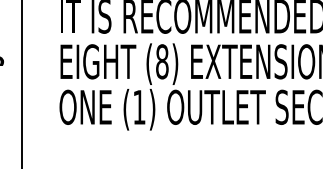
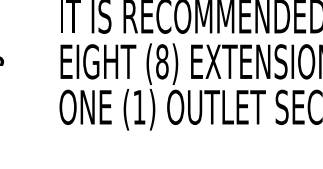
line at (21, 83): present -> none
